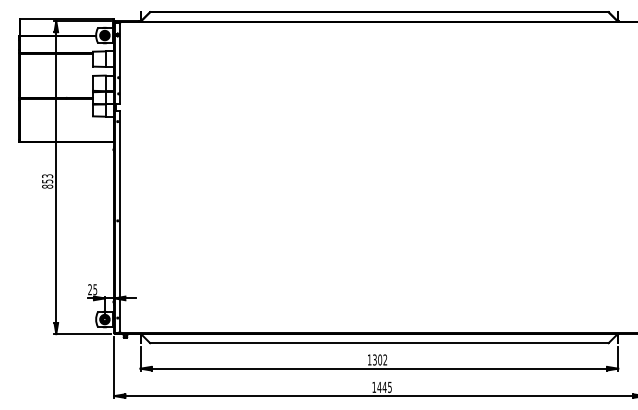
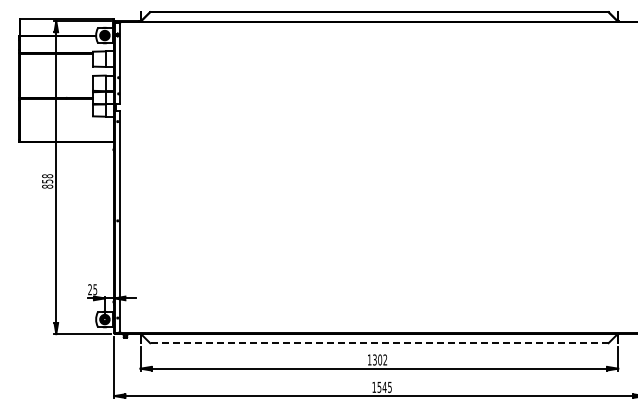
text at (47, 176): 853 -> 858
line at (378, 343): solid -> dashed
text at (379, 386): 1445 -> 1545
